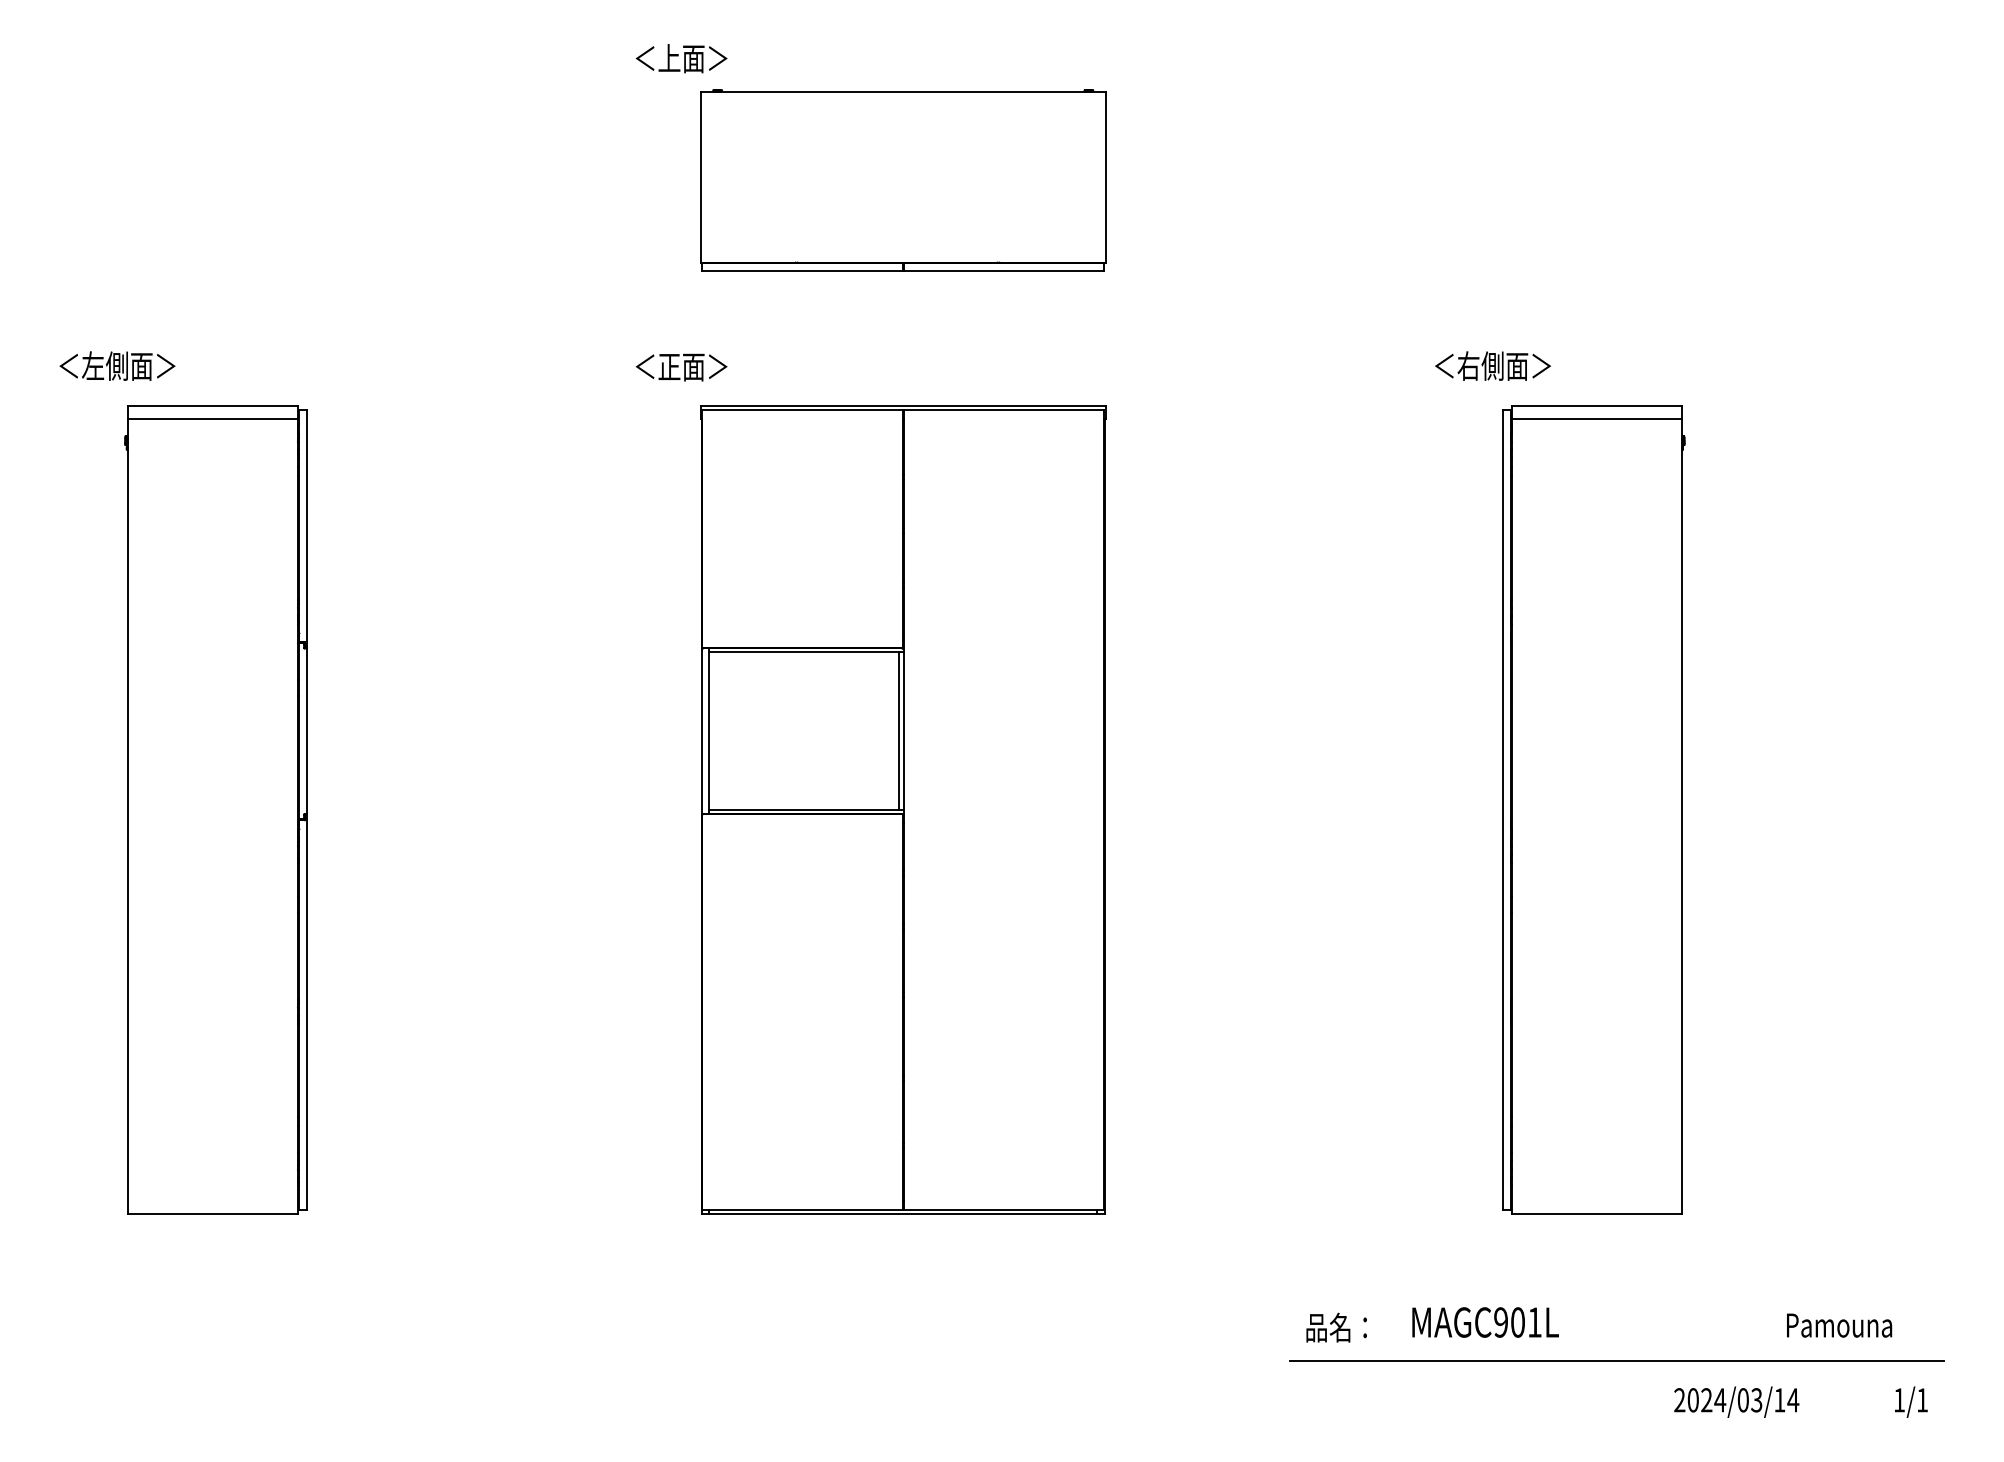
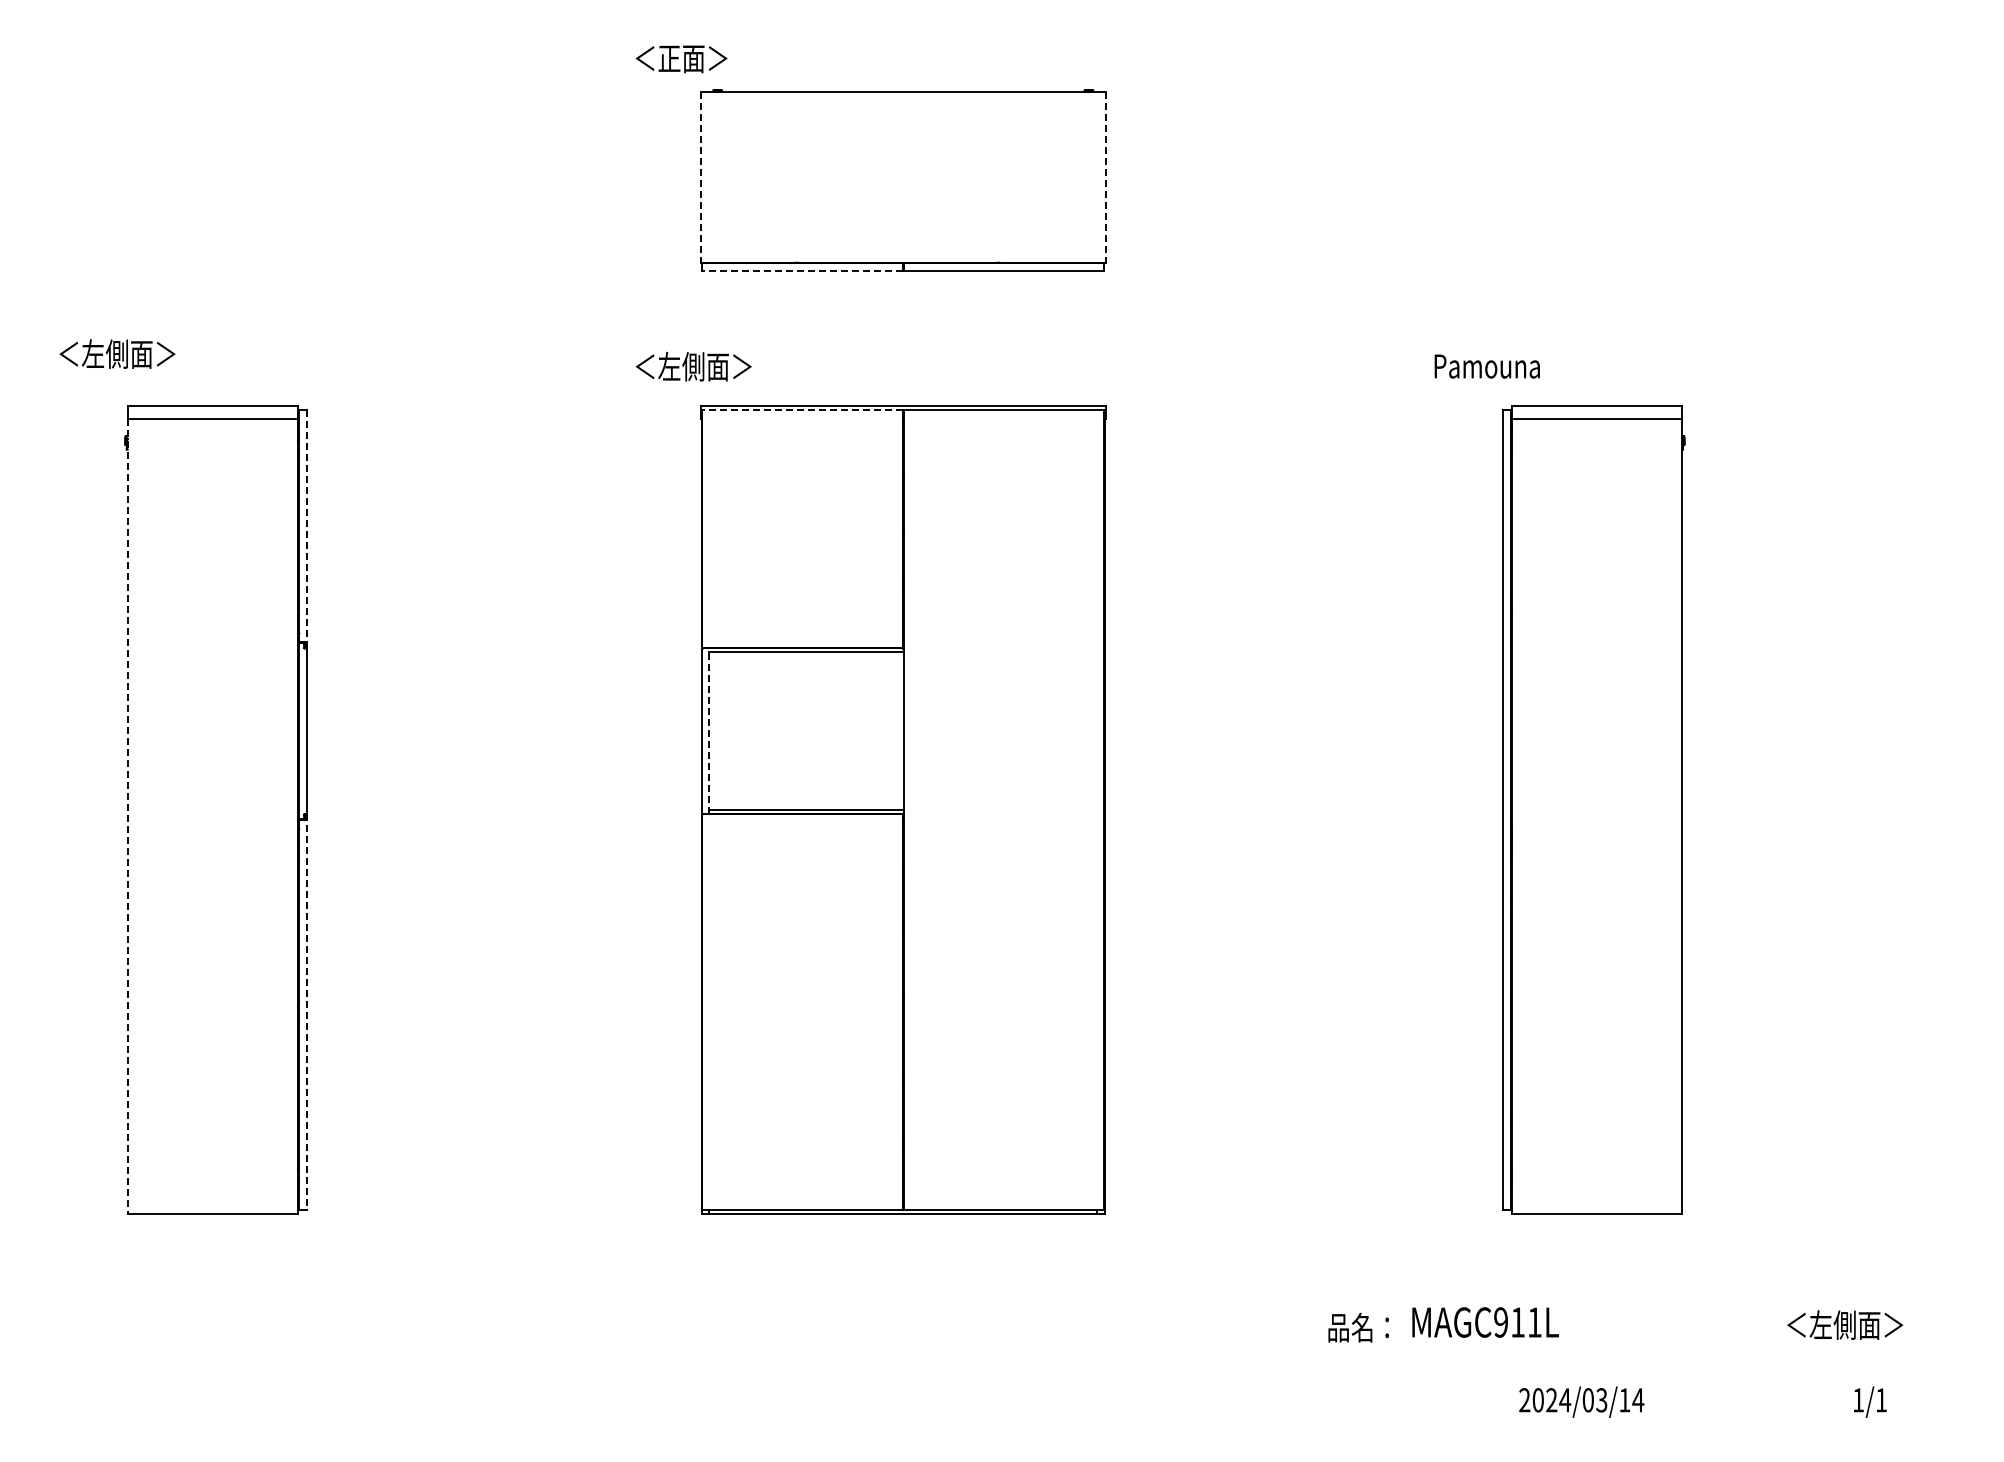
text at (669, 57): ＜上面＞ -> ＜正面＞
line at (701, 178): solid -> dashed
line at (1105, 178): solid -> dashed
line at (801, 271): solid -> dashed
text at (117, 365) position: (117, 365) -> (117, 353)
text at (1492, 365): ＜右側面＞ -> Pamouna
text at (704, 366): ＜正面＞ -> ＜左側面＞
line at (801, 410): solid -> dashed
line at (306, 529): solid -> dashed
line at (899, 730): present -> none
line at (709, 731): solid -> dashed
line at (127, 816): solid -> dashed
line at (306, 1012): solid -> dashed
text at (1517, 1322): MAGC901L -> MAGC911L
text at (1845, 1324): Pamouna -> ＜左側面＞
text at (1336, 1327) position: (1336, 1327) -> (1358, 1327)
line at (1616, 1361): present -> none
text at (1736, 1401) position: (1736, 1401) -> (1581, 1401)
text at (1911, 1401) position: (1911, 1401) -> (1870, 1401)
